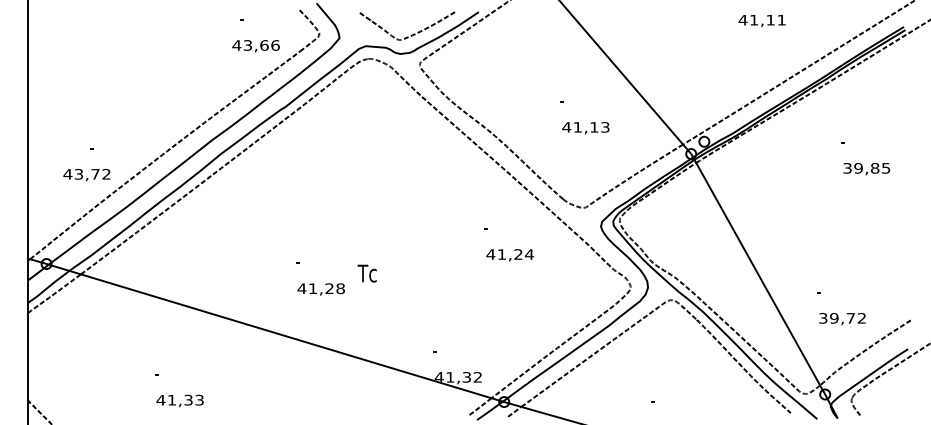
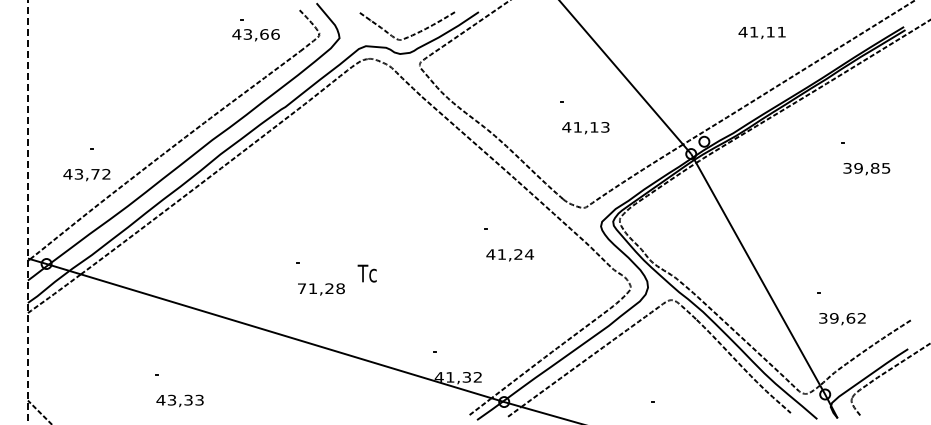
text at (761, 21) position: (761, 21) -> (761, 33)
text at (255, 46) position: (255, 46) -> (255, 35)
line at (27, 212): solid -> dashed
text at (301, 288): 41,28 -> 71,28
text at (850, 318): 39,72 -> 39,62
text at (171, 399): 41,33 -> 43,33
